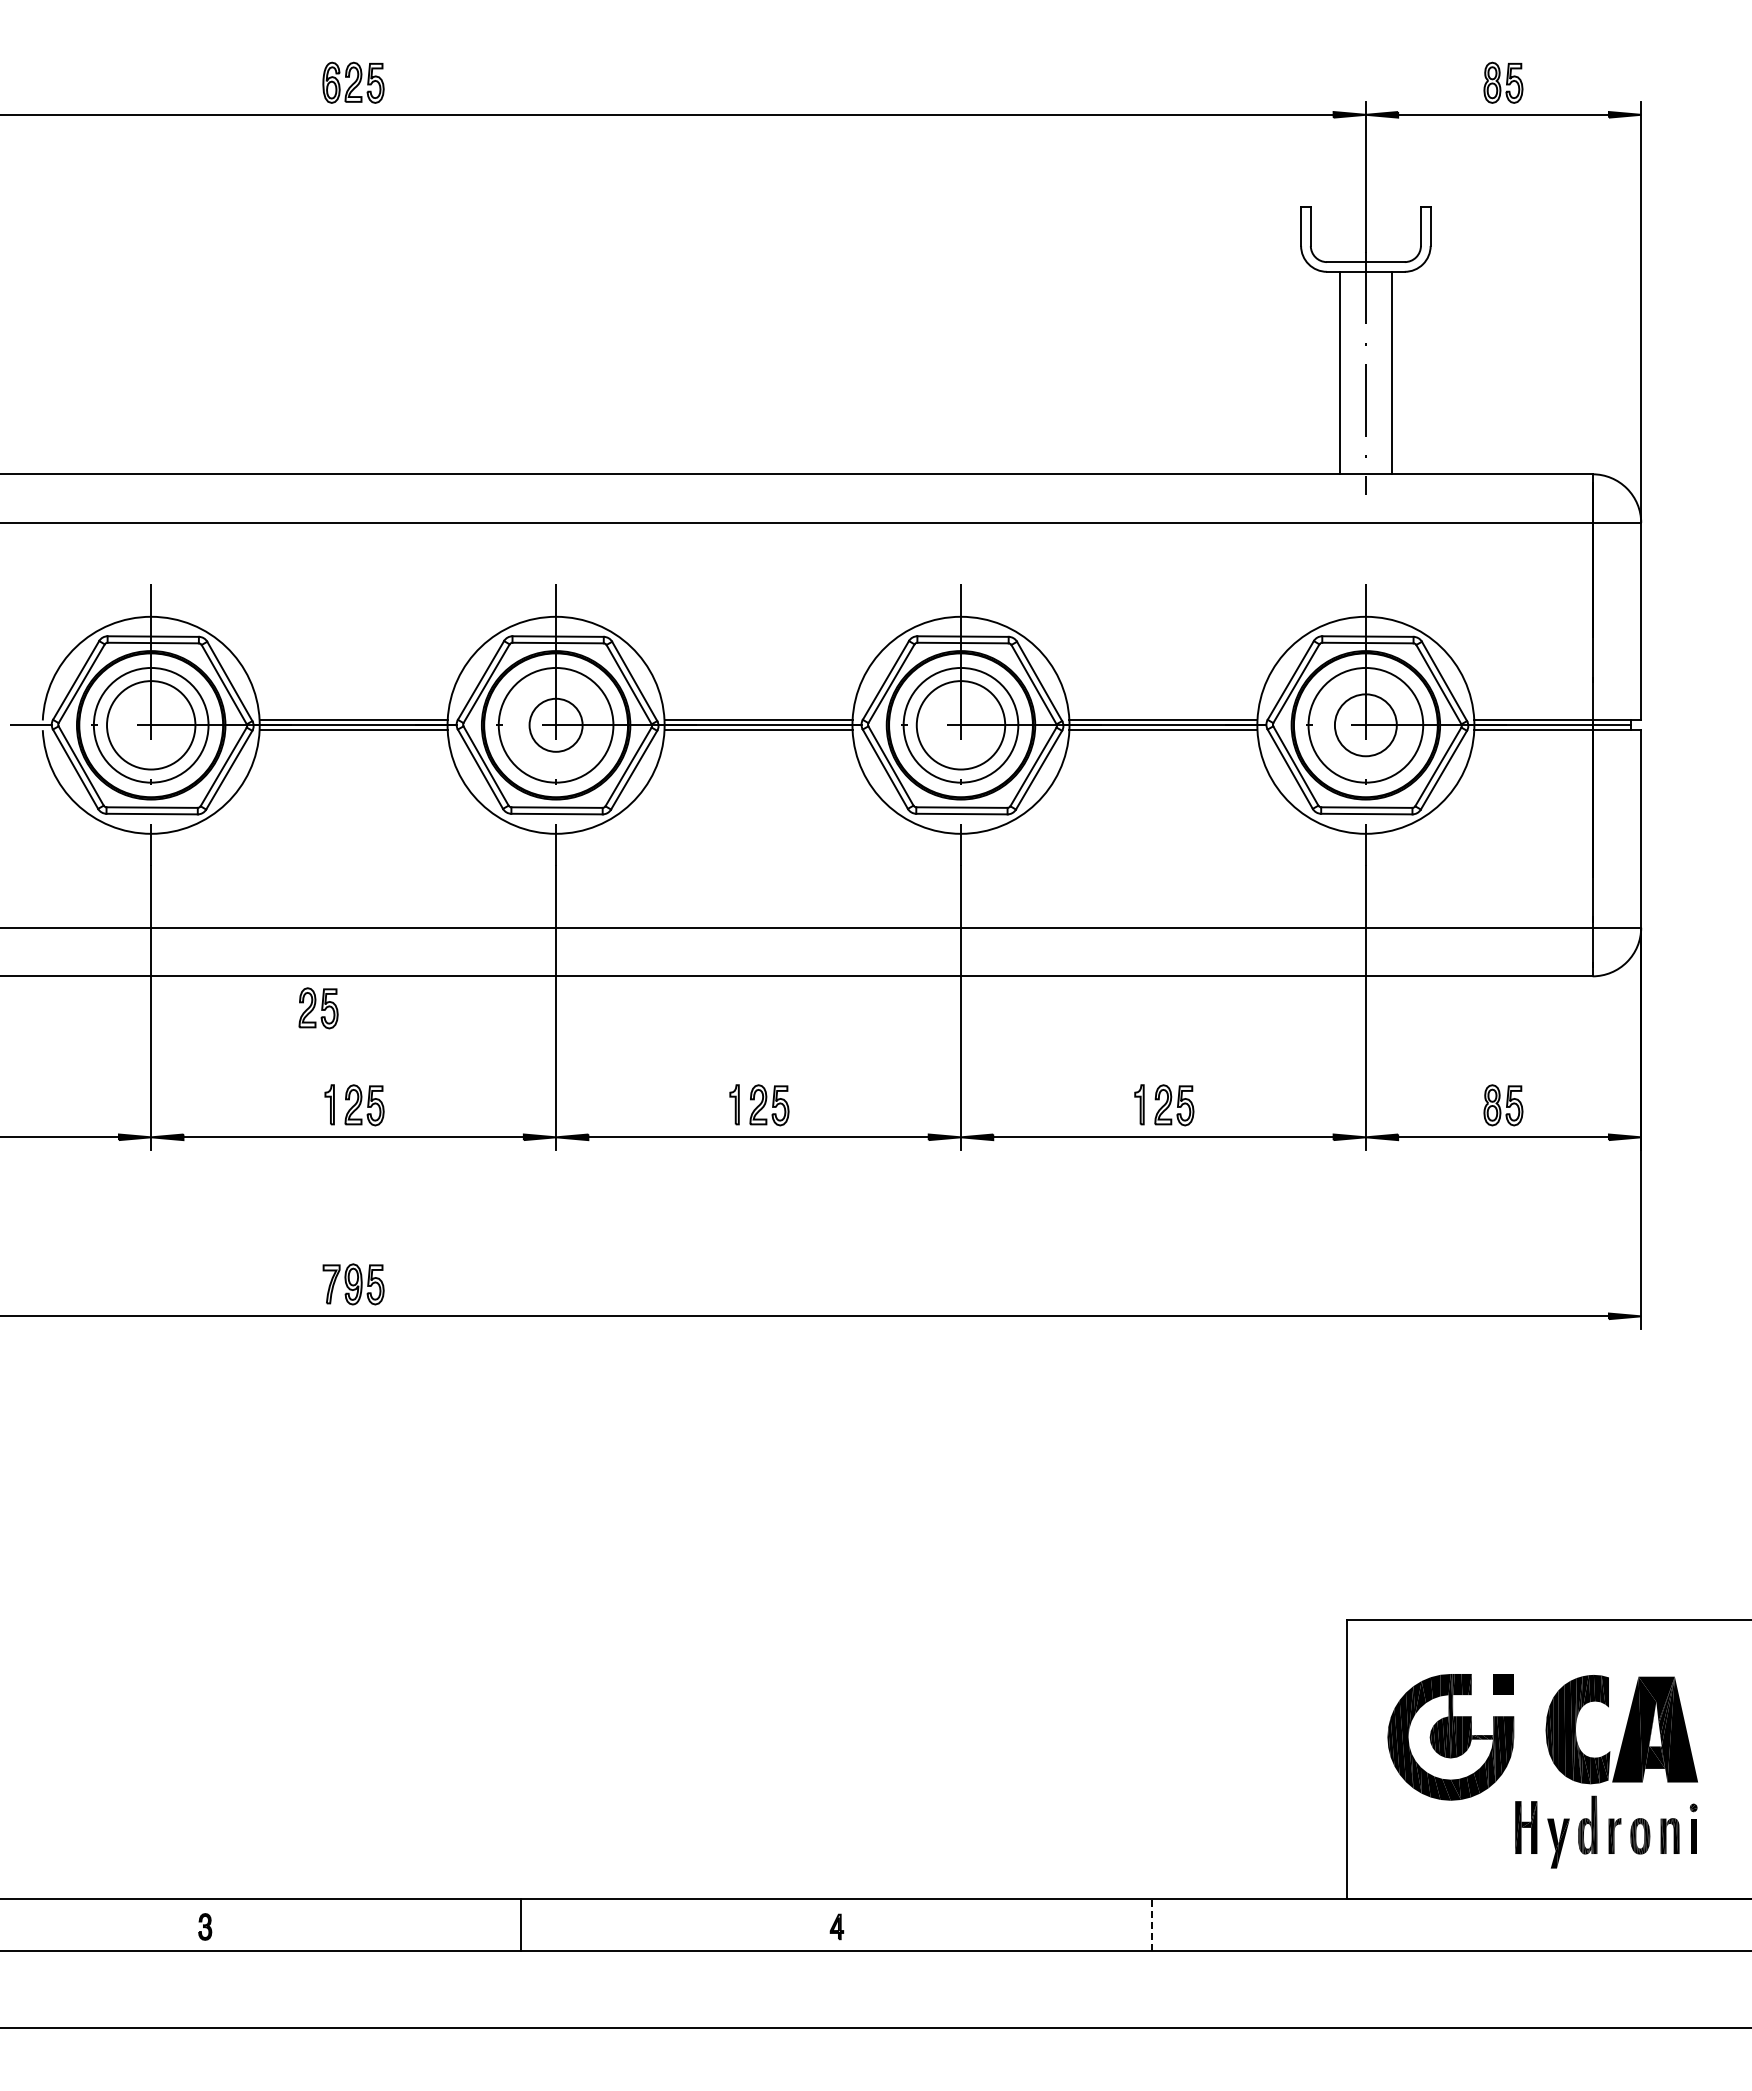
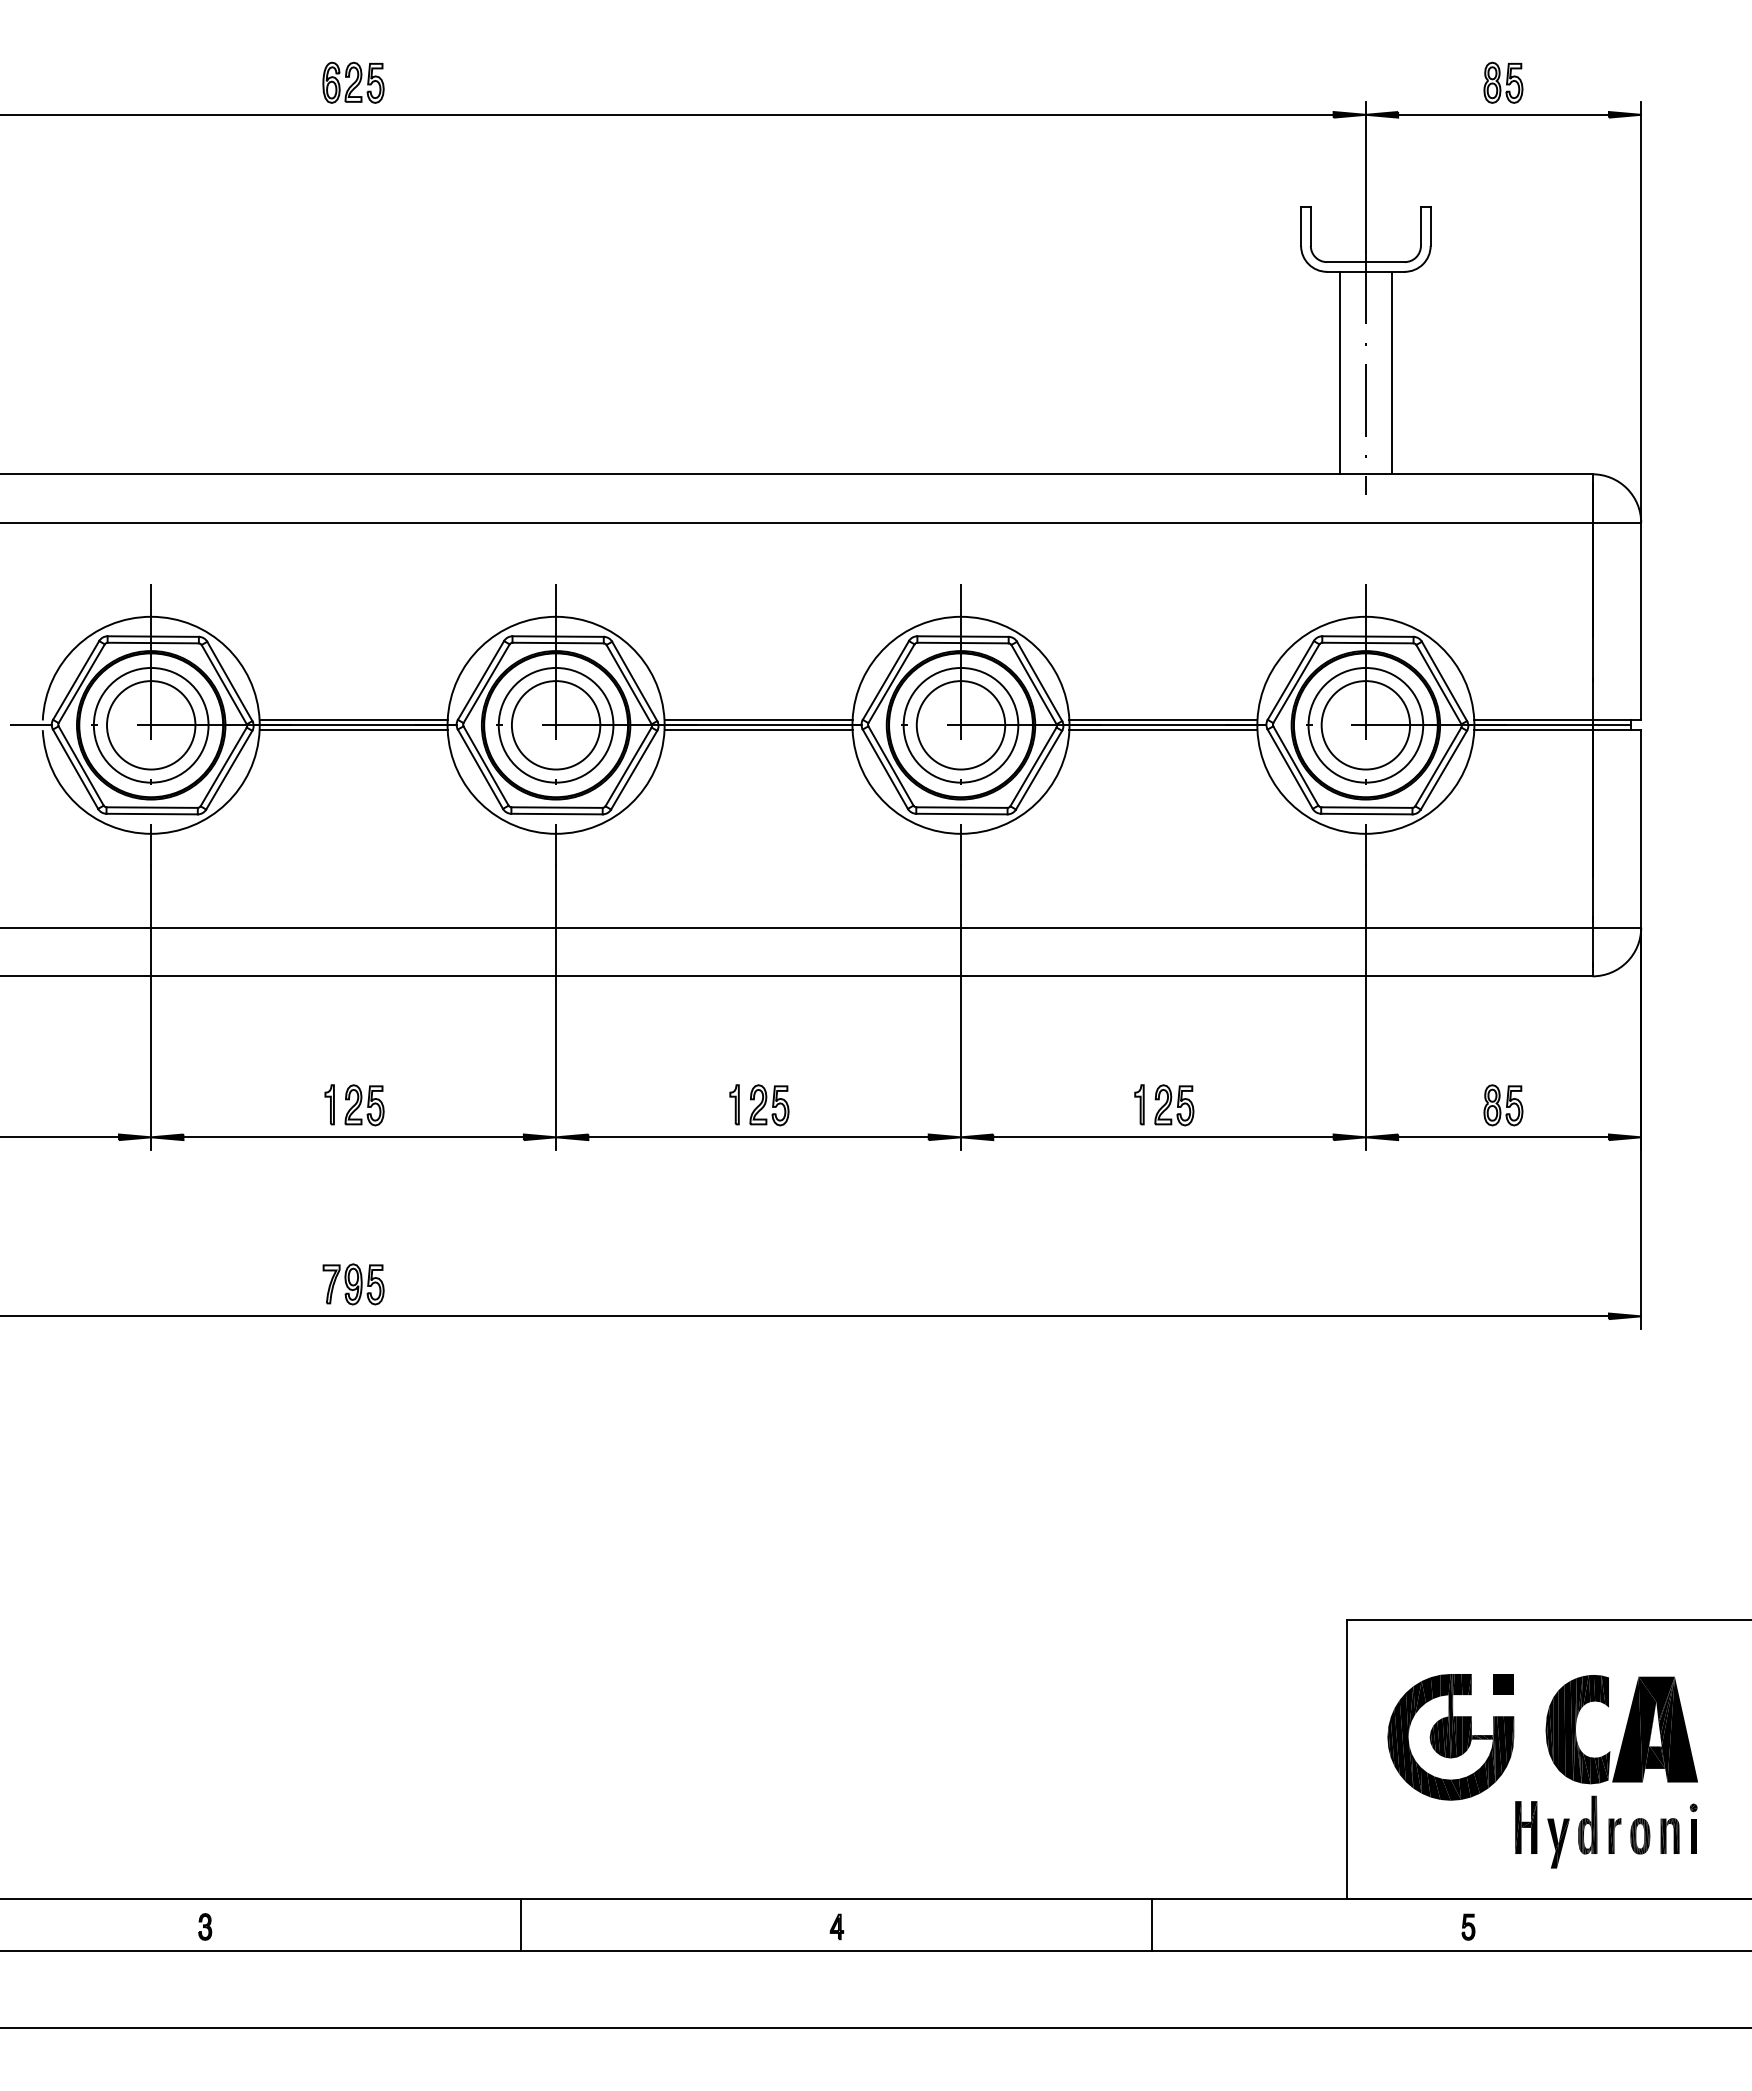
circle at (555, 724) diameter: 53 px -> 88 px
circle at (1365, 725) diameter: 62 px -> 88 px
part at (318, 1008): present -> none
line at (1152, 1924): dashed -> solid
part at (1468, 1926): none -> present
